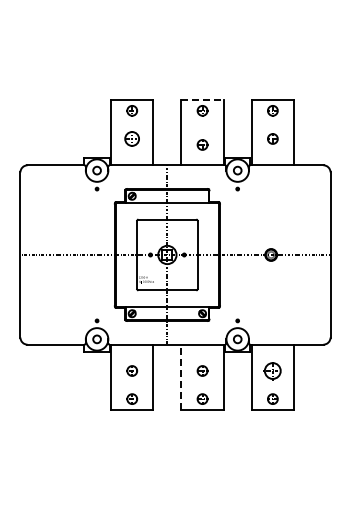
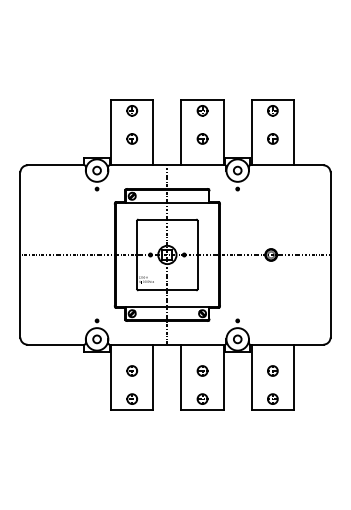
line at (203, 99): dashed -> solid
part at (131, 138) size: 16x16 px -> 13x12 px
part at (202, 144) position: (202, 144) -> (202, 138)
part at (272, 371) size: 19x19 px -> 12x12 px
line at (181, 377): dashed -> solid
